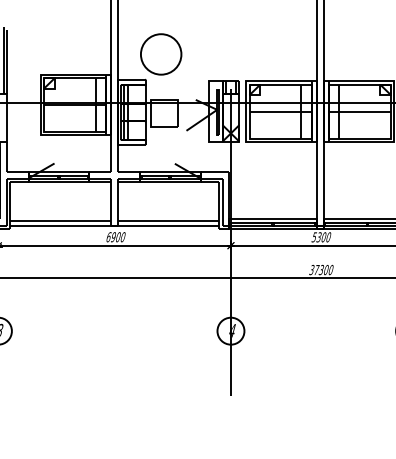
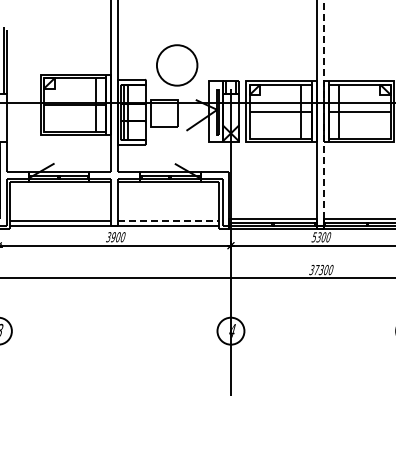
circle at (161, 54) position: (161, 54) -> (177, 65)
line at (323, 109): solid -> dashed
line at (168, 220): solid -> dashed
text at (108, 237): 6900 -> 3900
